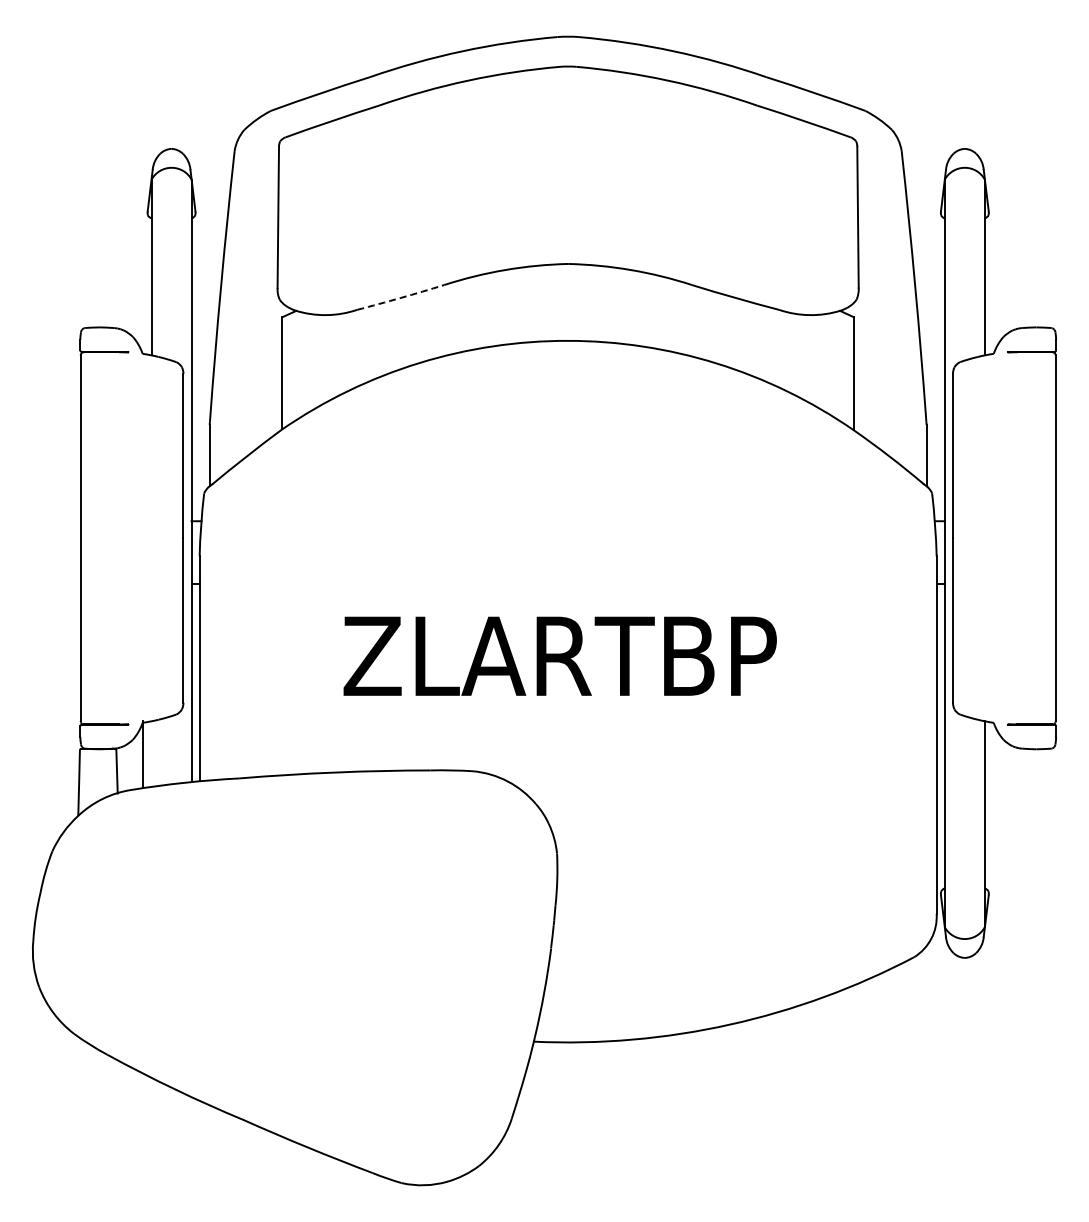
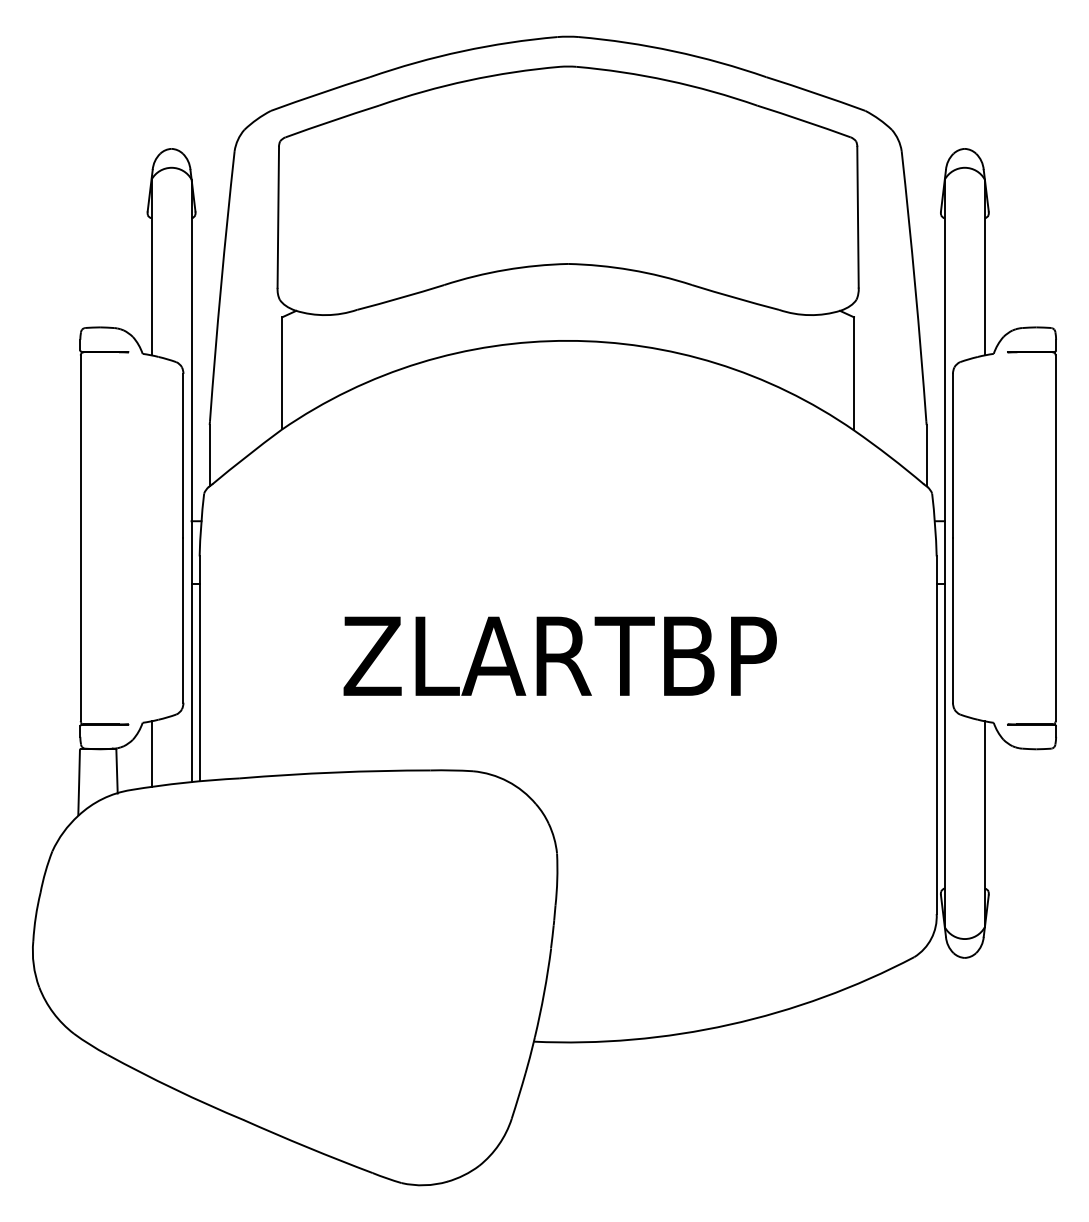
arc at (400, 297): dashed -> solid
line at (142, 753) position: (142, 753) -> (151, 753)
